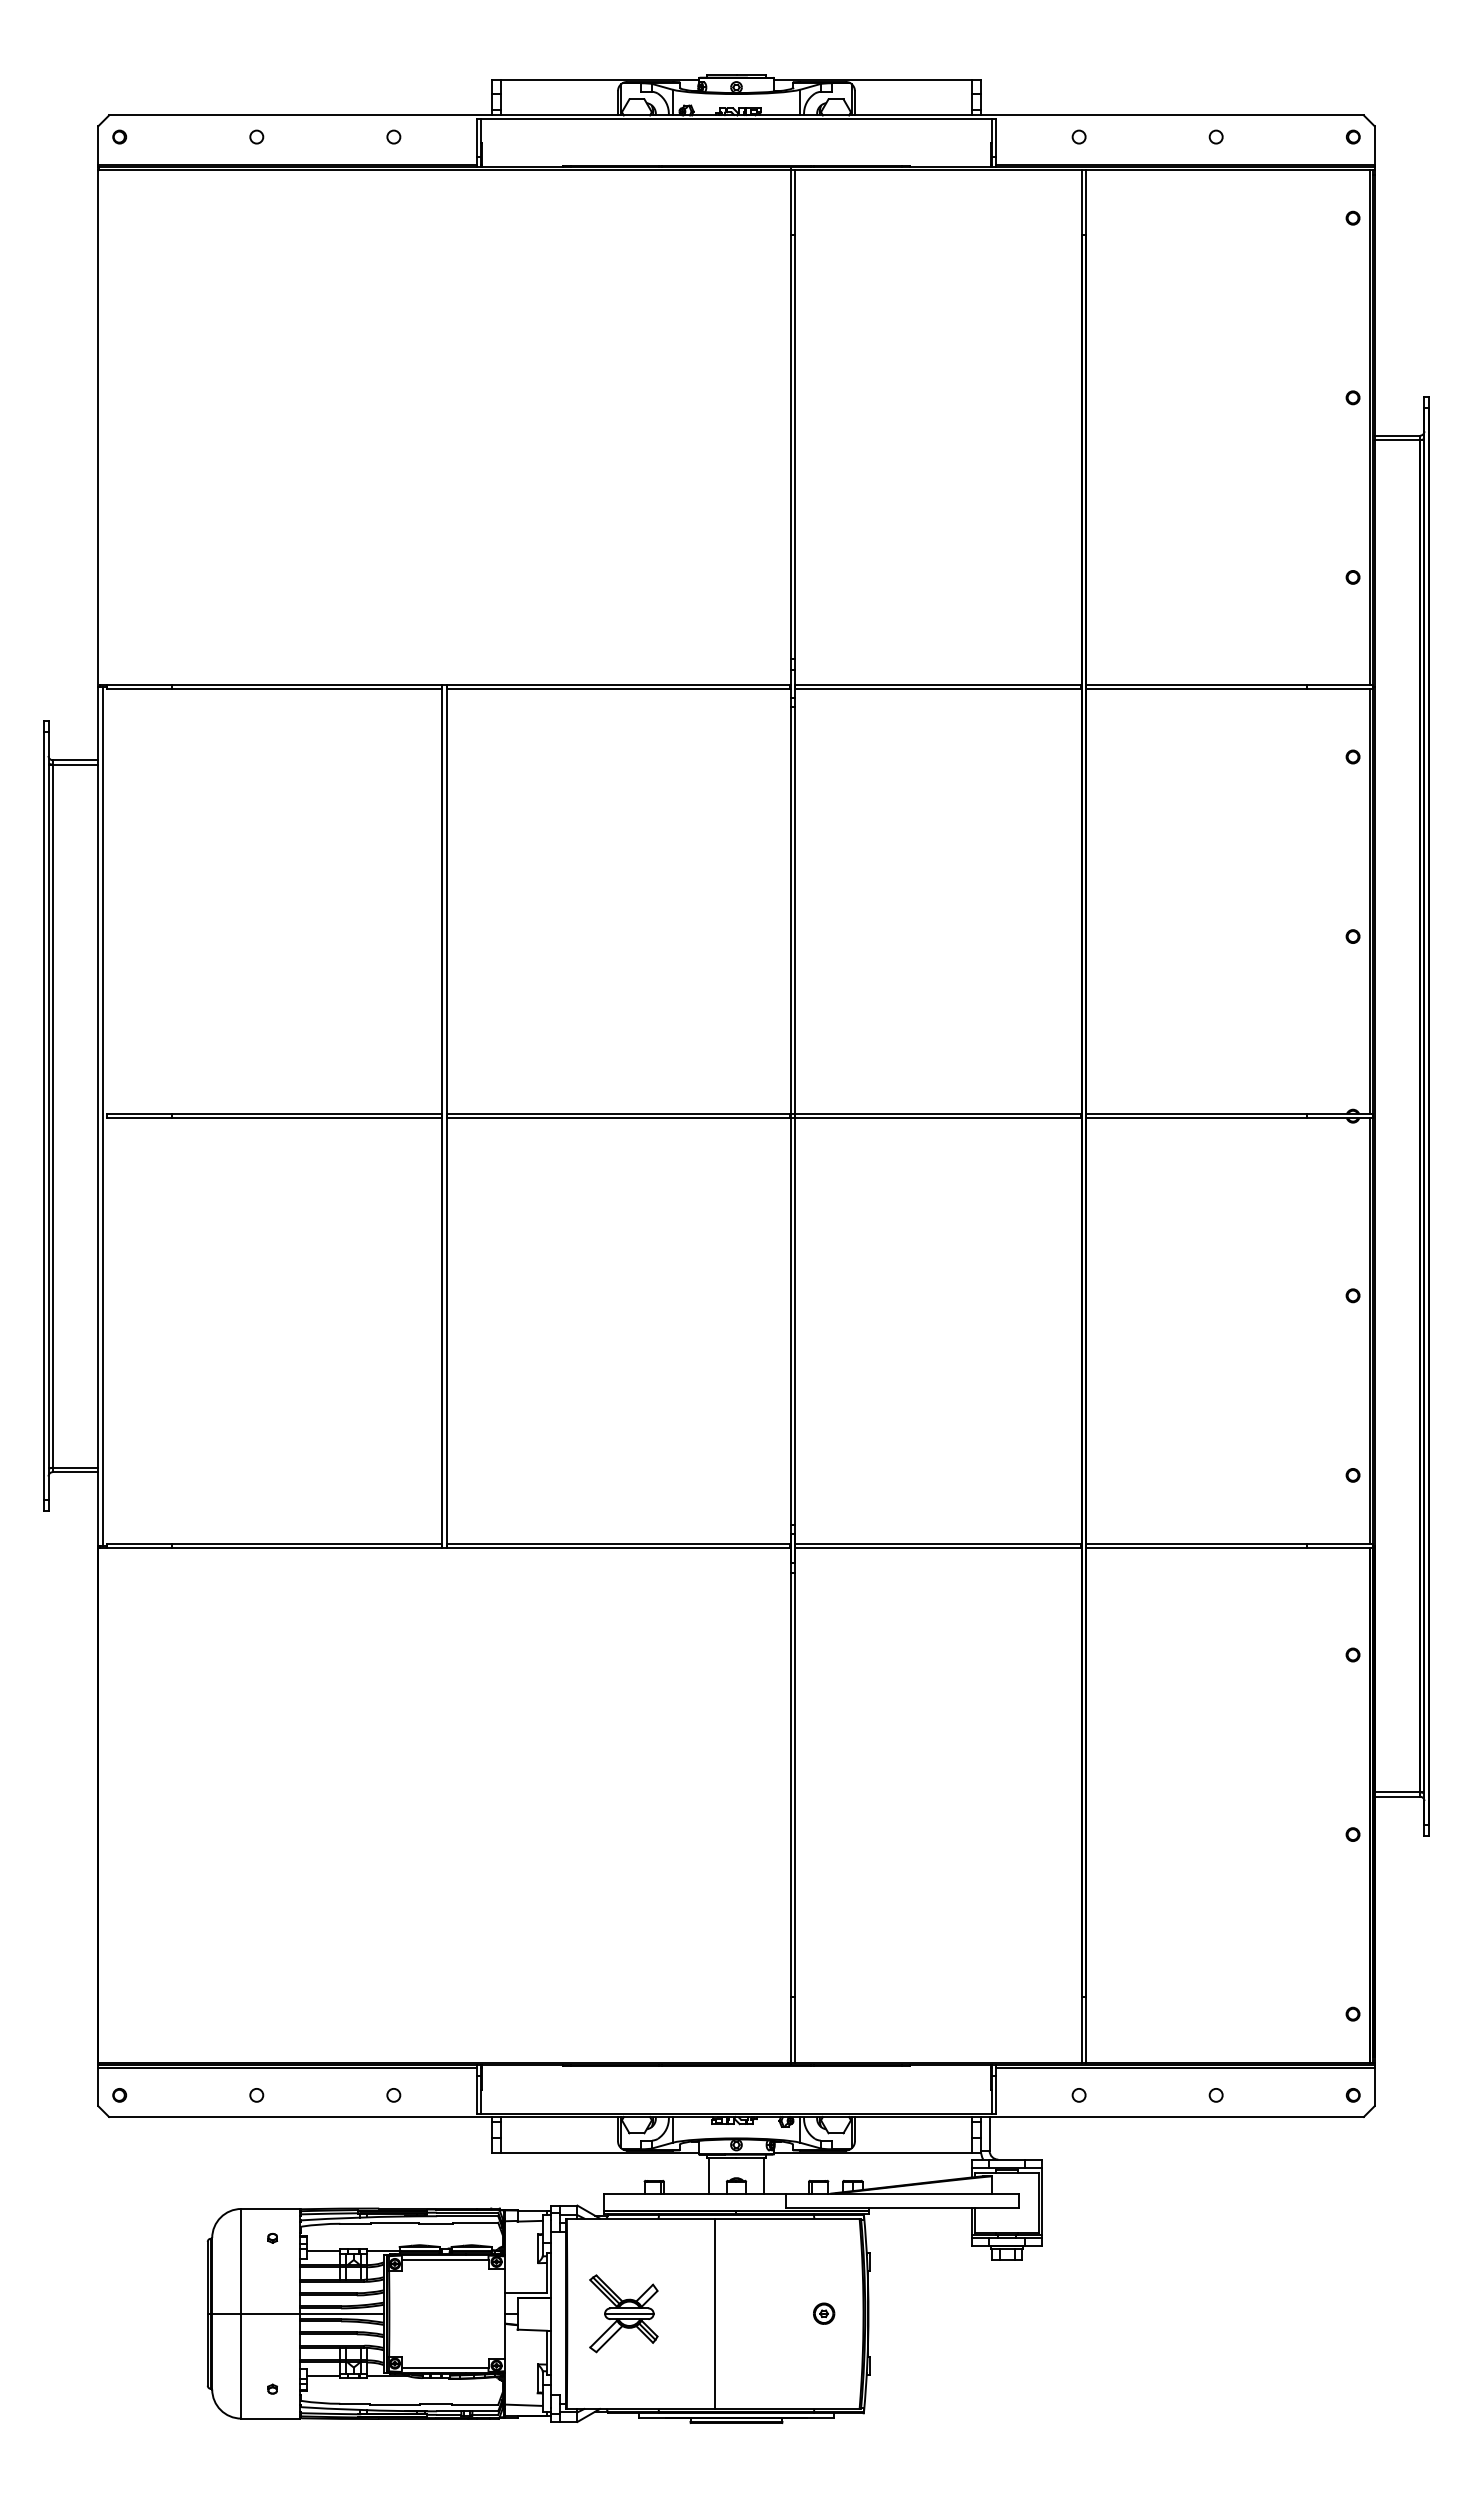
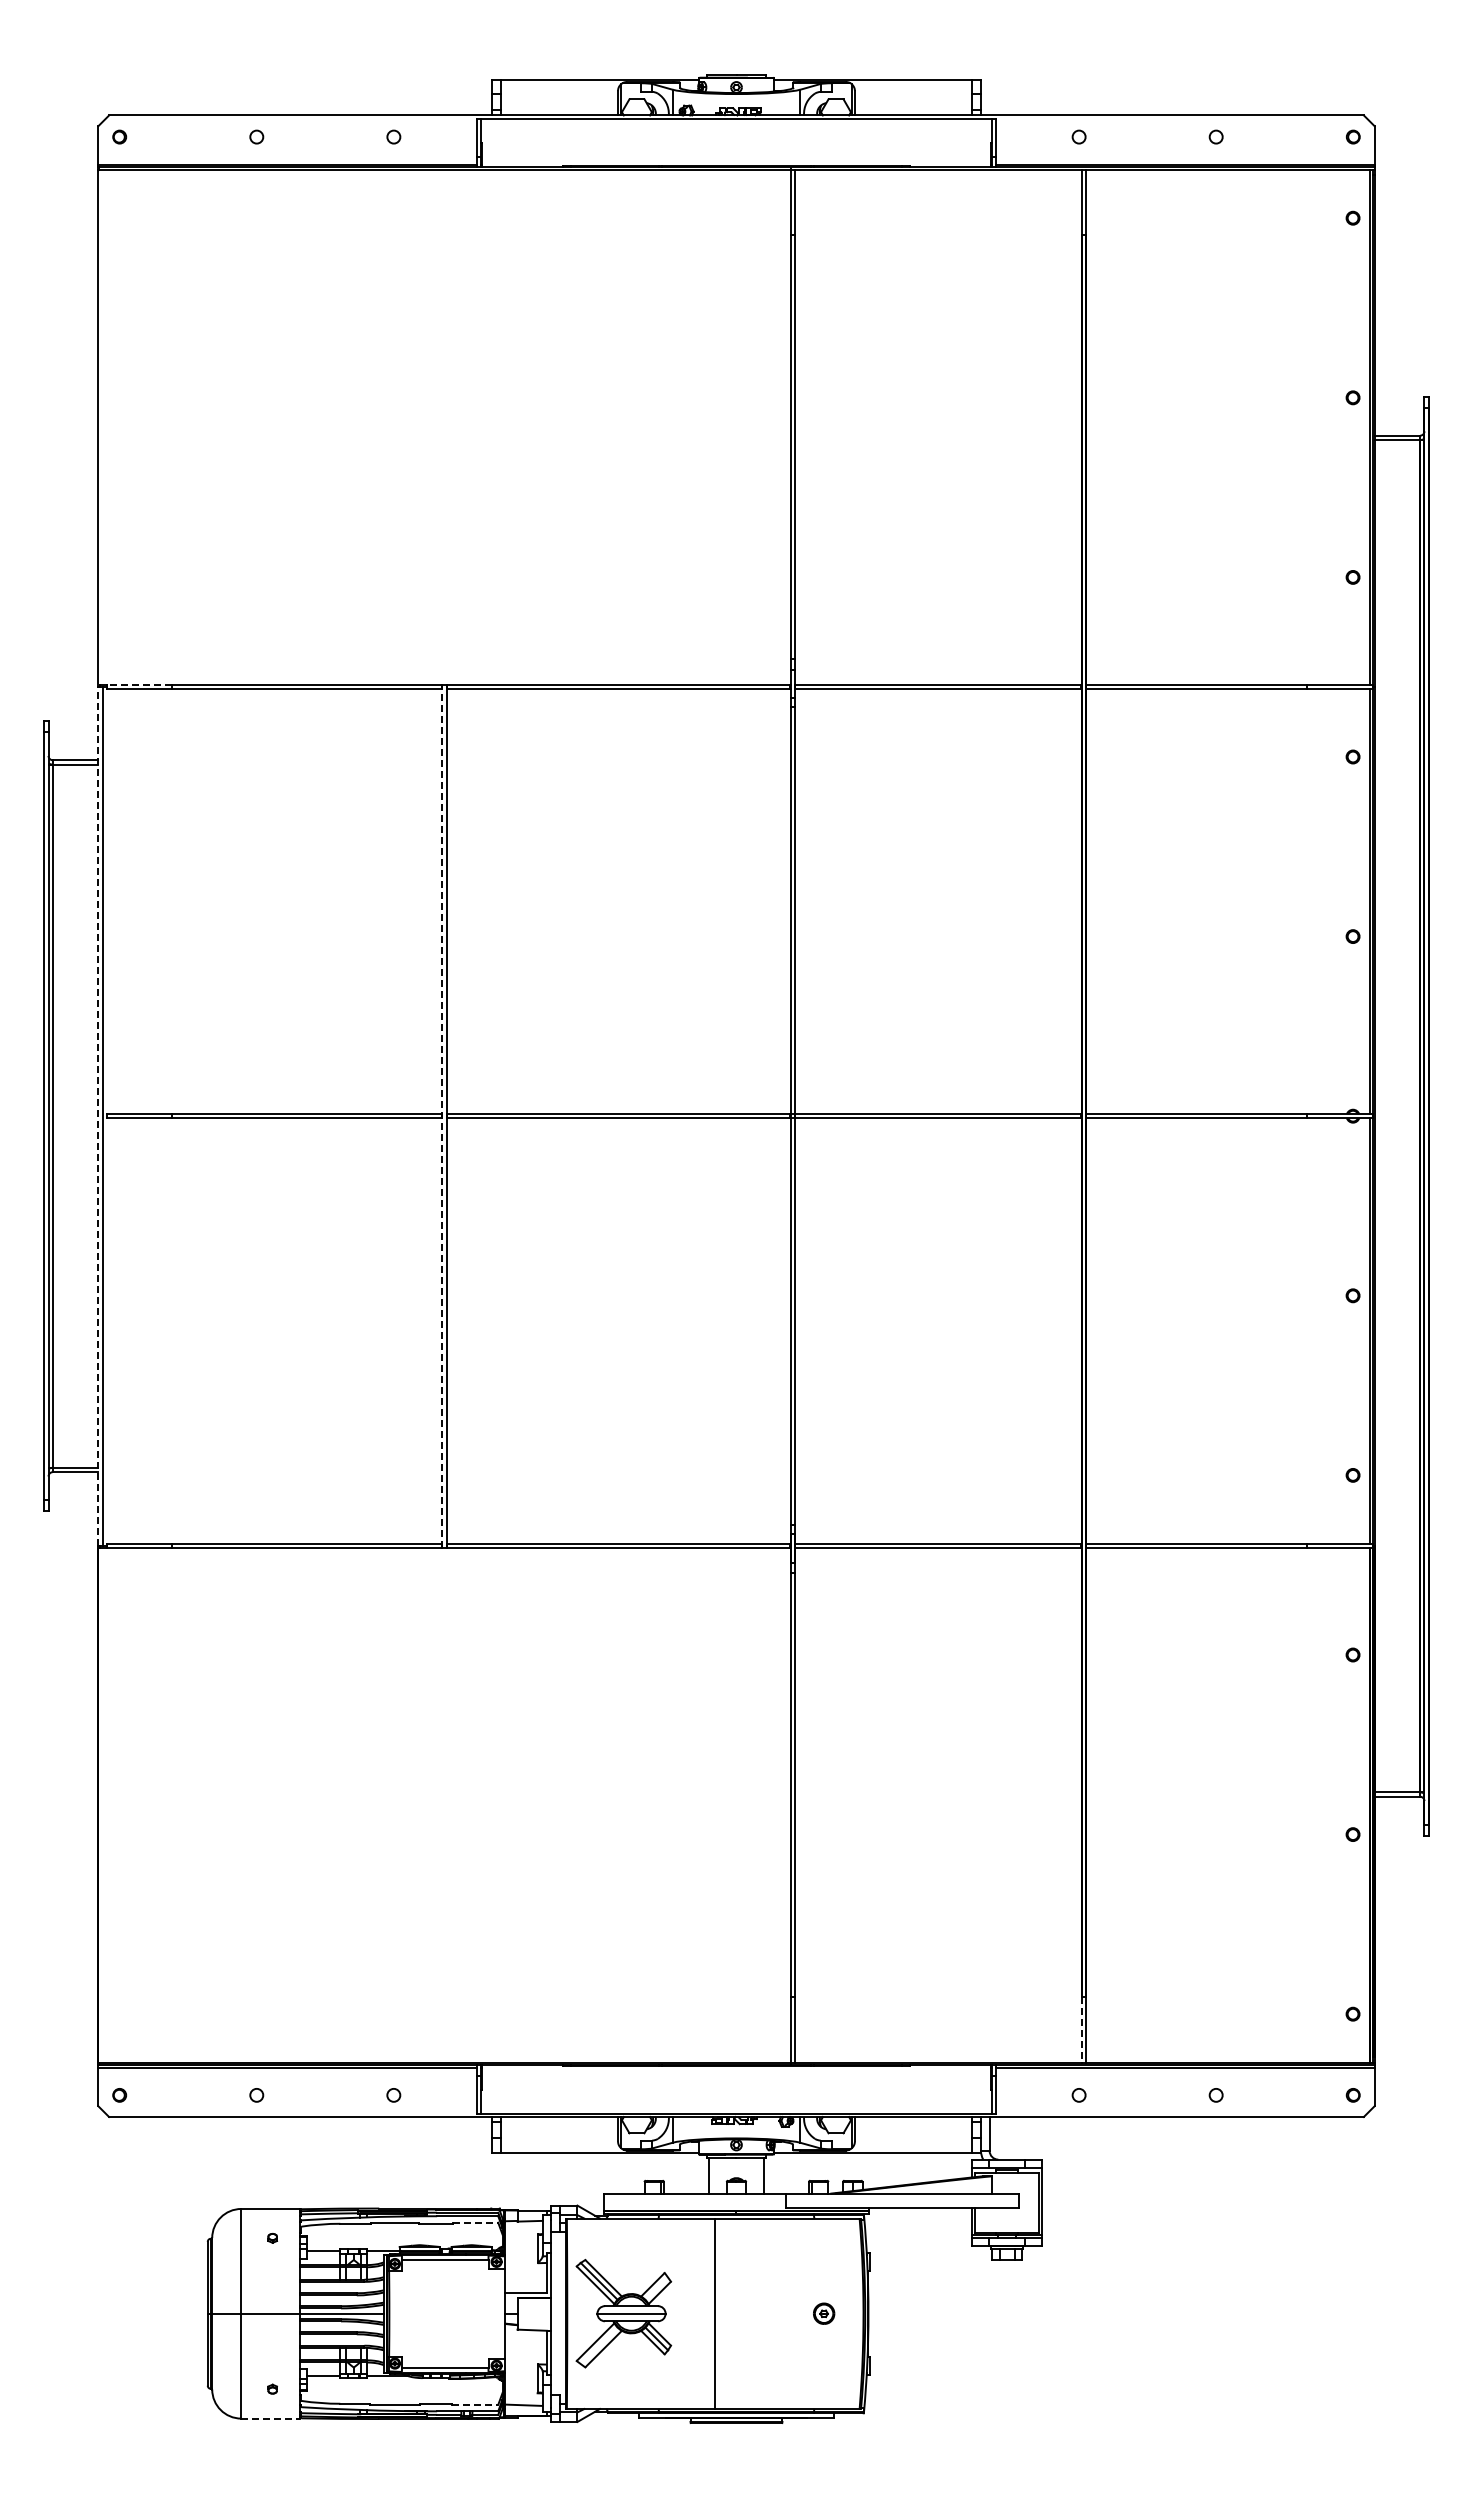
line at (139, 684): solid -> dashed
line at (98, 1116): solid -> dashed
line at (442, 1116): solid -> dashed
line at (1081, 2030): solid -> dashed
line at (475, 2222): solid -> dashed
part at (623, 2313) size: 70x80 px -> 98x111 px
line at (475, 2404): solid -> dashed
line at (271, 2418): solid -> dashed
